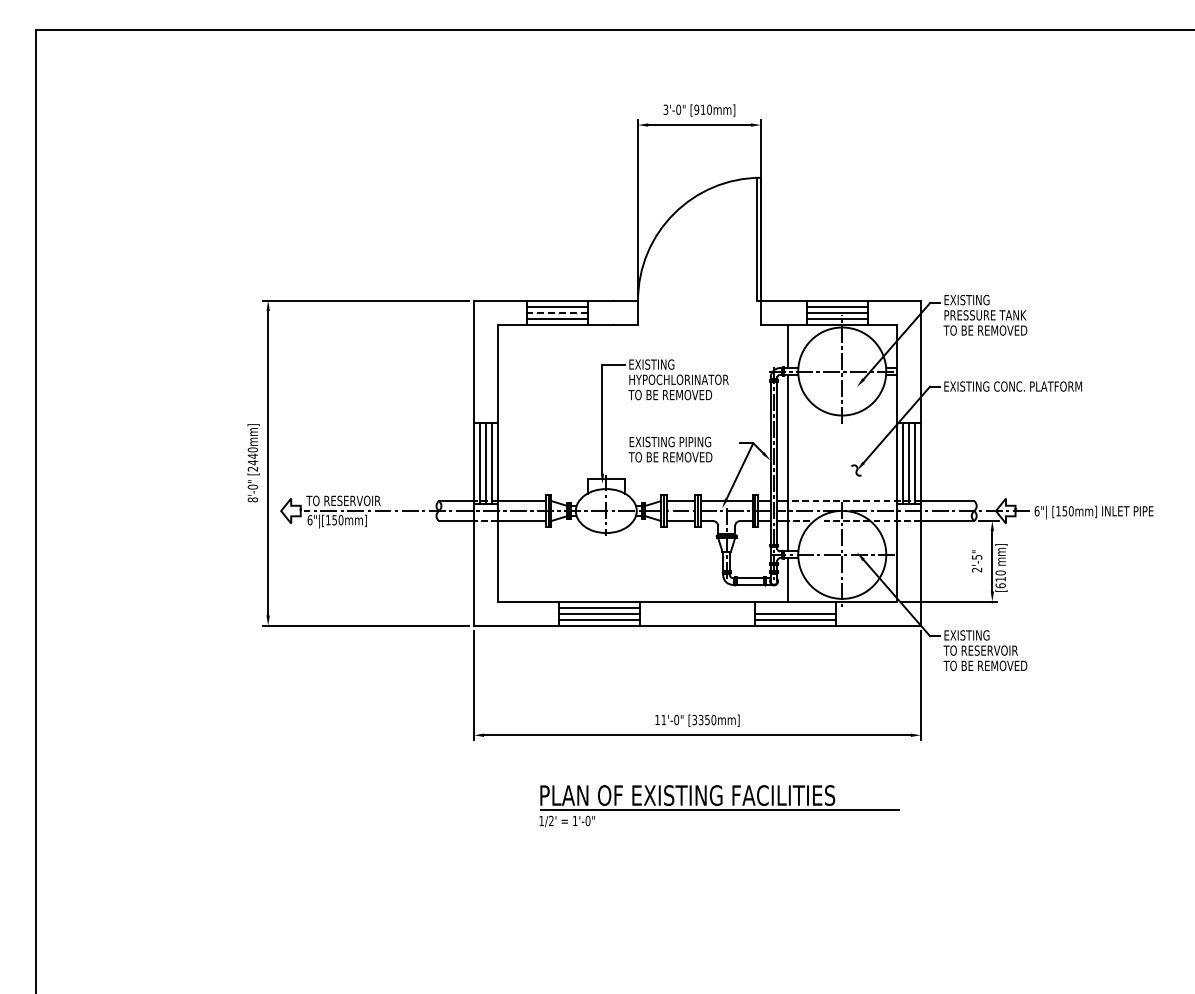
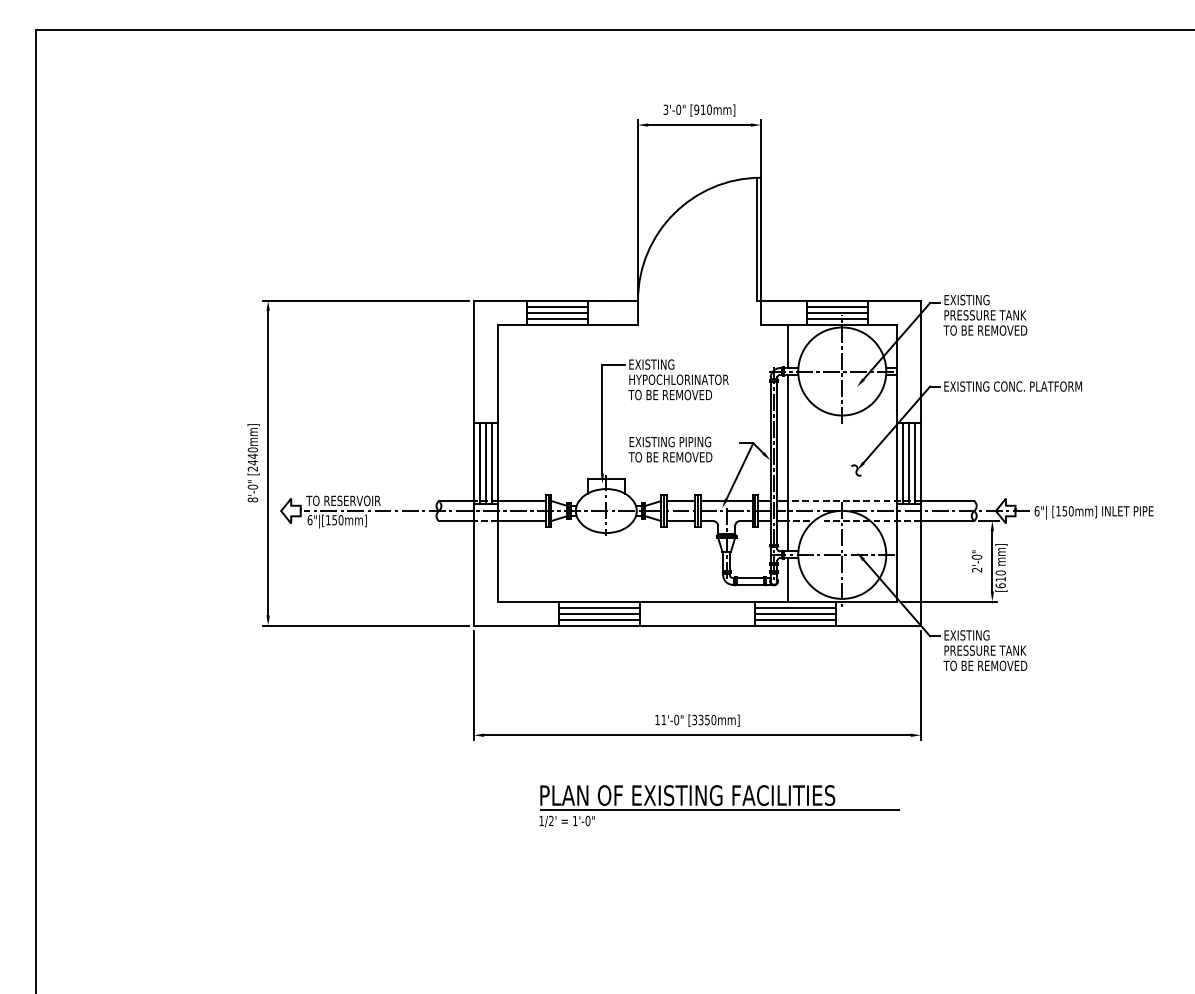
line at (556, 312): dashed -> solid
text at (977, 556): 2'-5" -> 2'-0"
line at (794, 607): none -> present
text at (984, 650): TO RESERVOIR -> PRESSURE TANK
